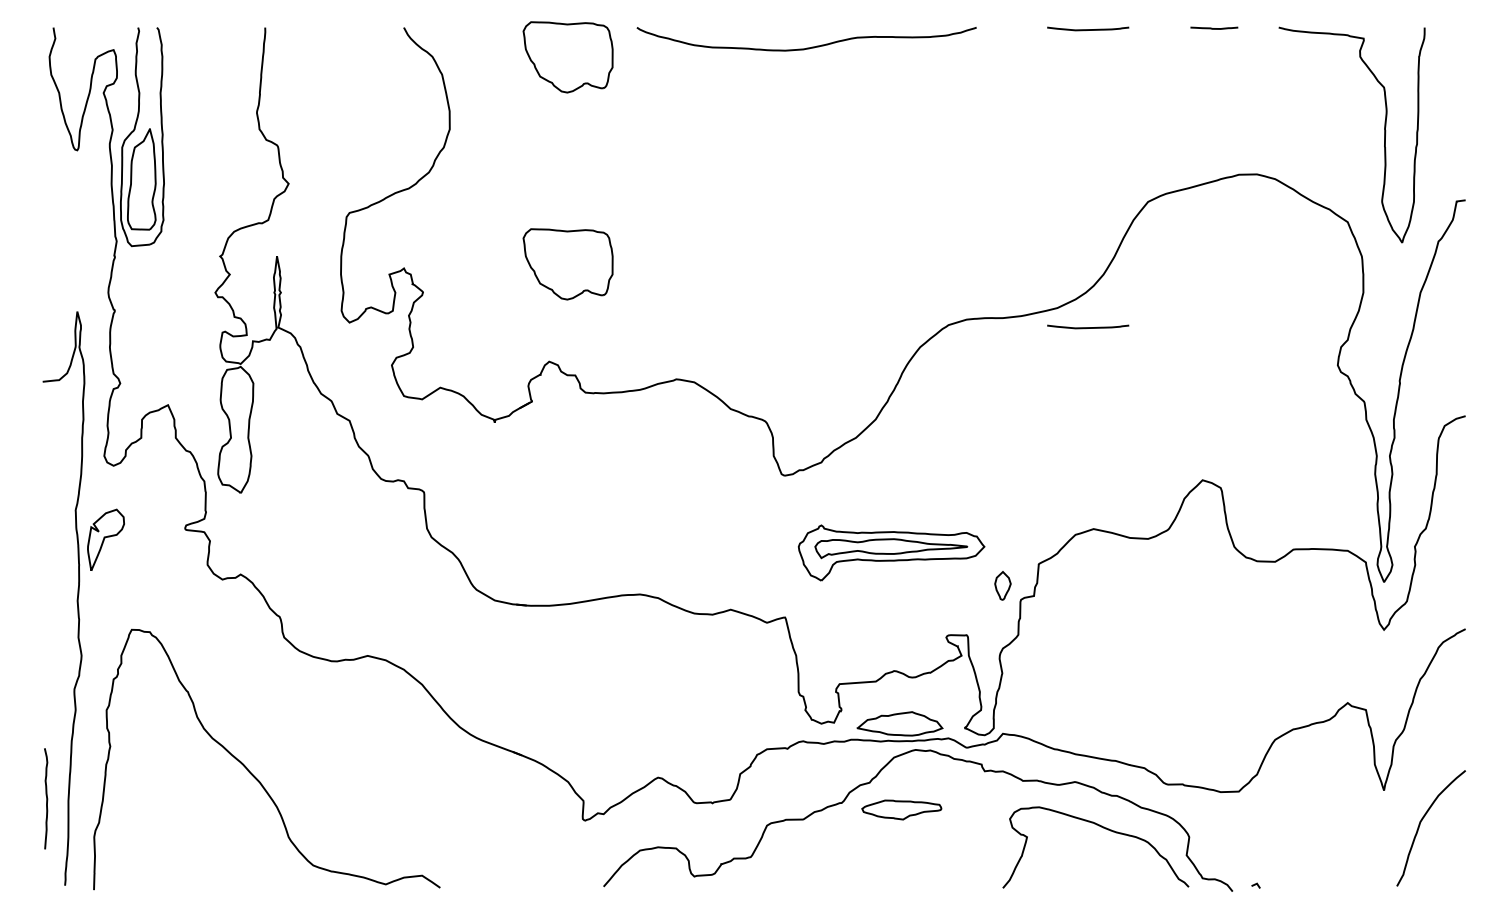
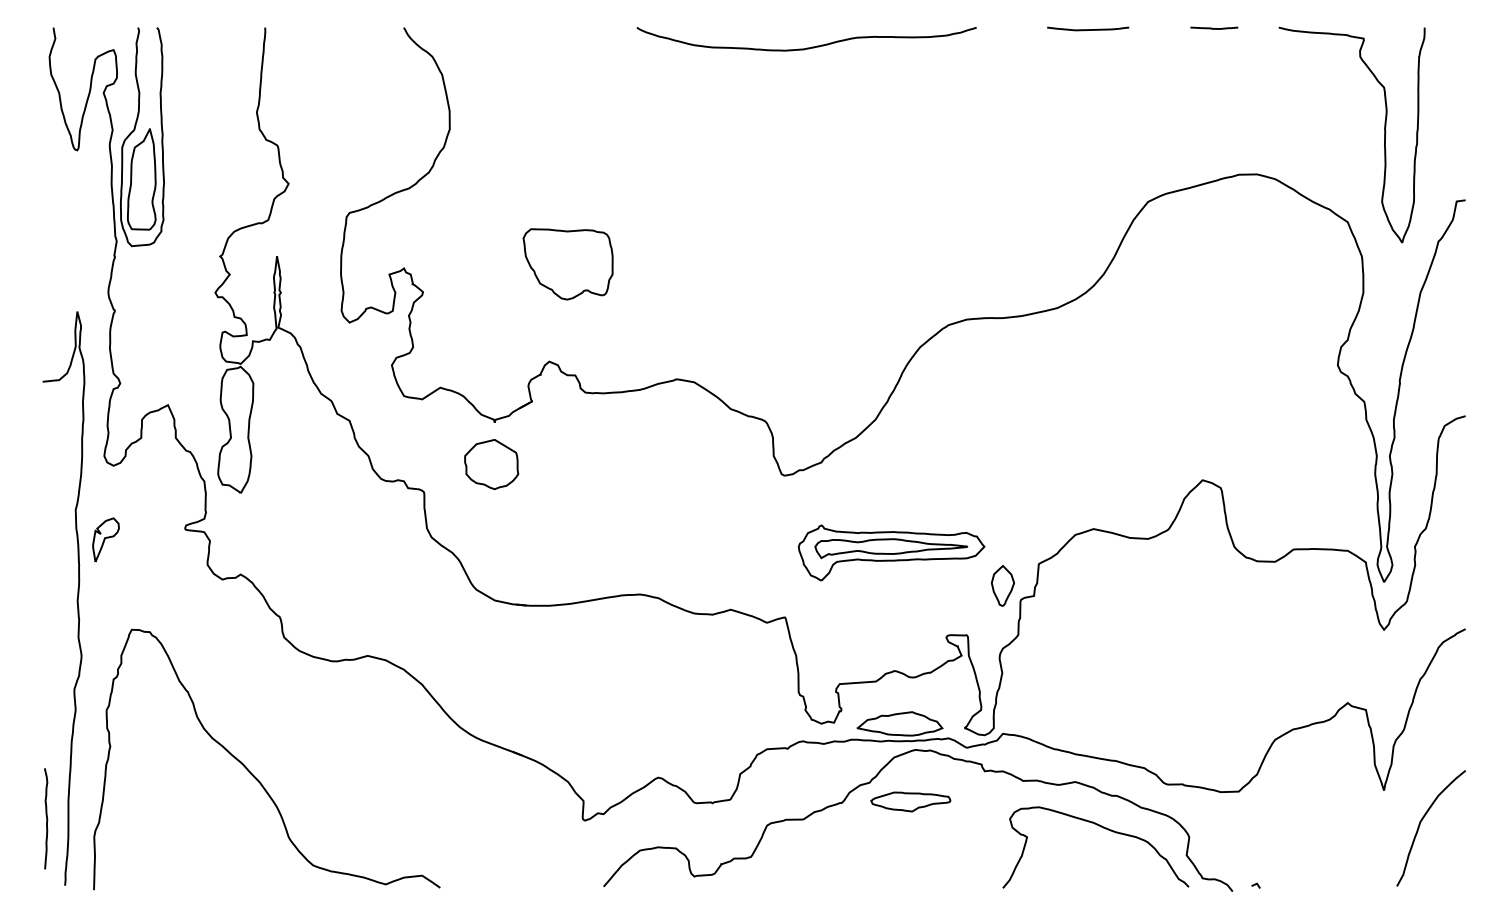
part at (567, 57): present -> none
curve at (1088, 327): present -> none
part at (491, 464): none -> present
part at (105, 539) size: 38x63 px -> 28x46 px
part at (1002, 585) size: 18x30 px -> 24x42 px
curve at (46, 798) position: (46, 798) -> (46, 818)
part at (901, 809) position: (901, 809) -> (910, 801)
